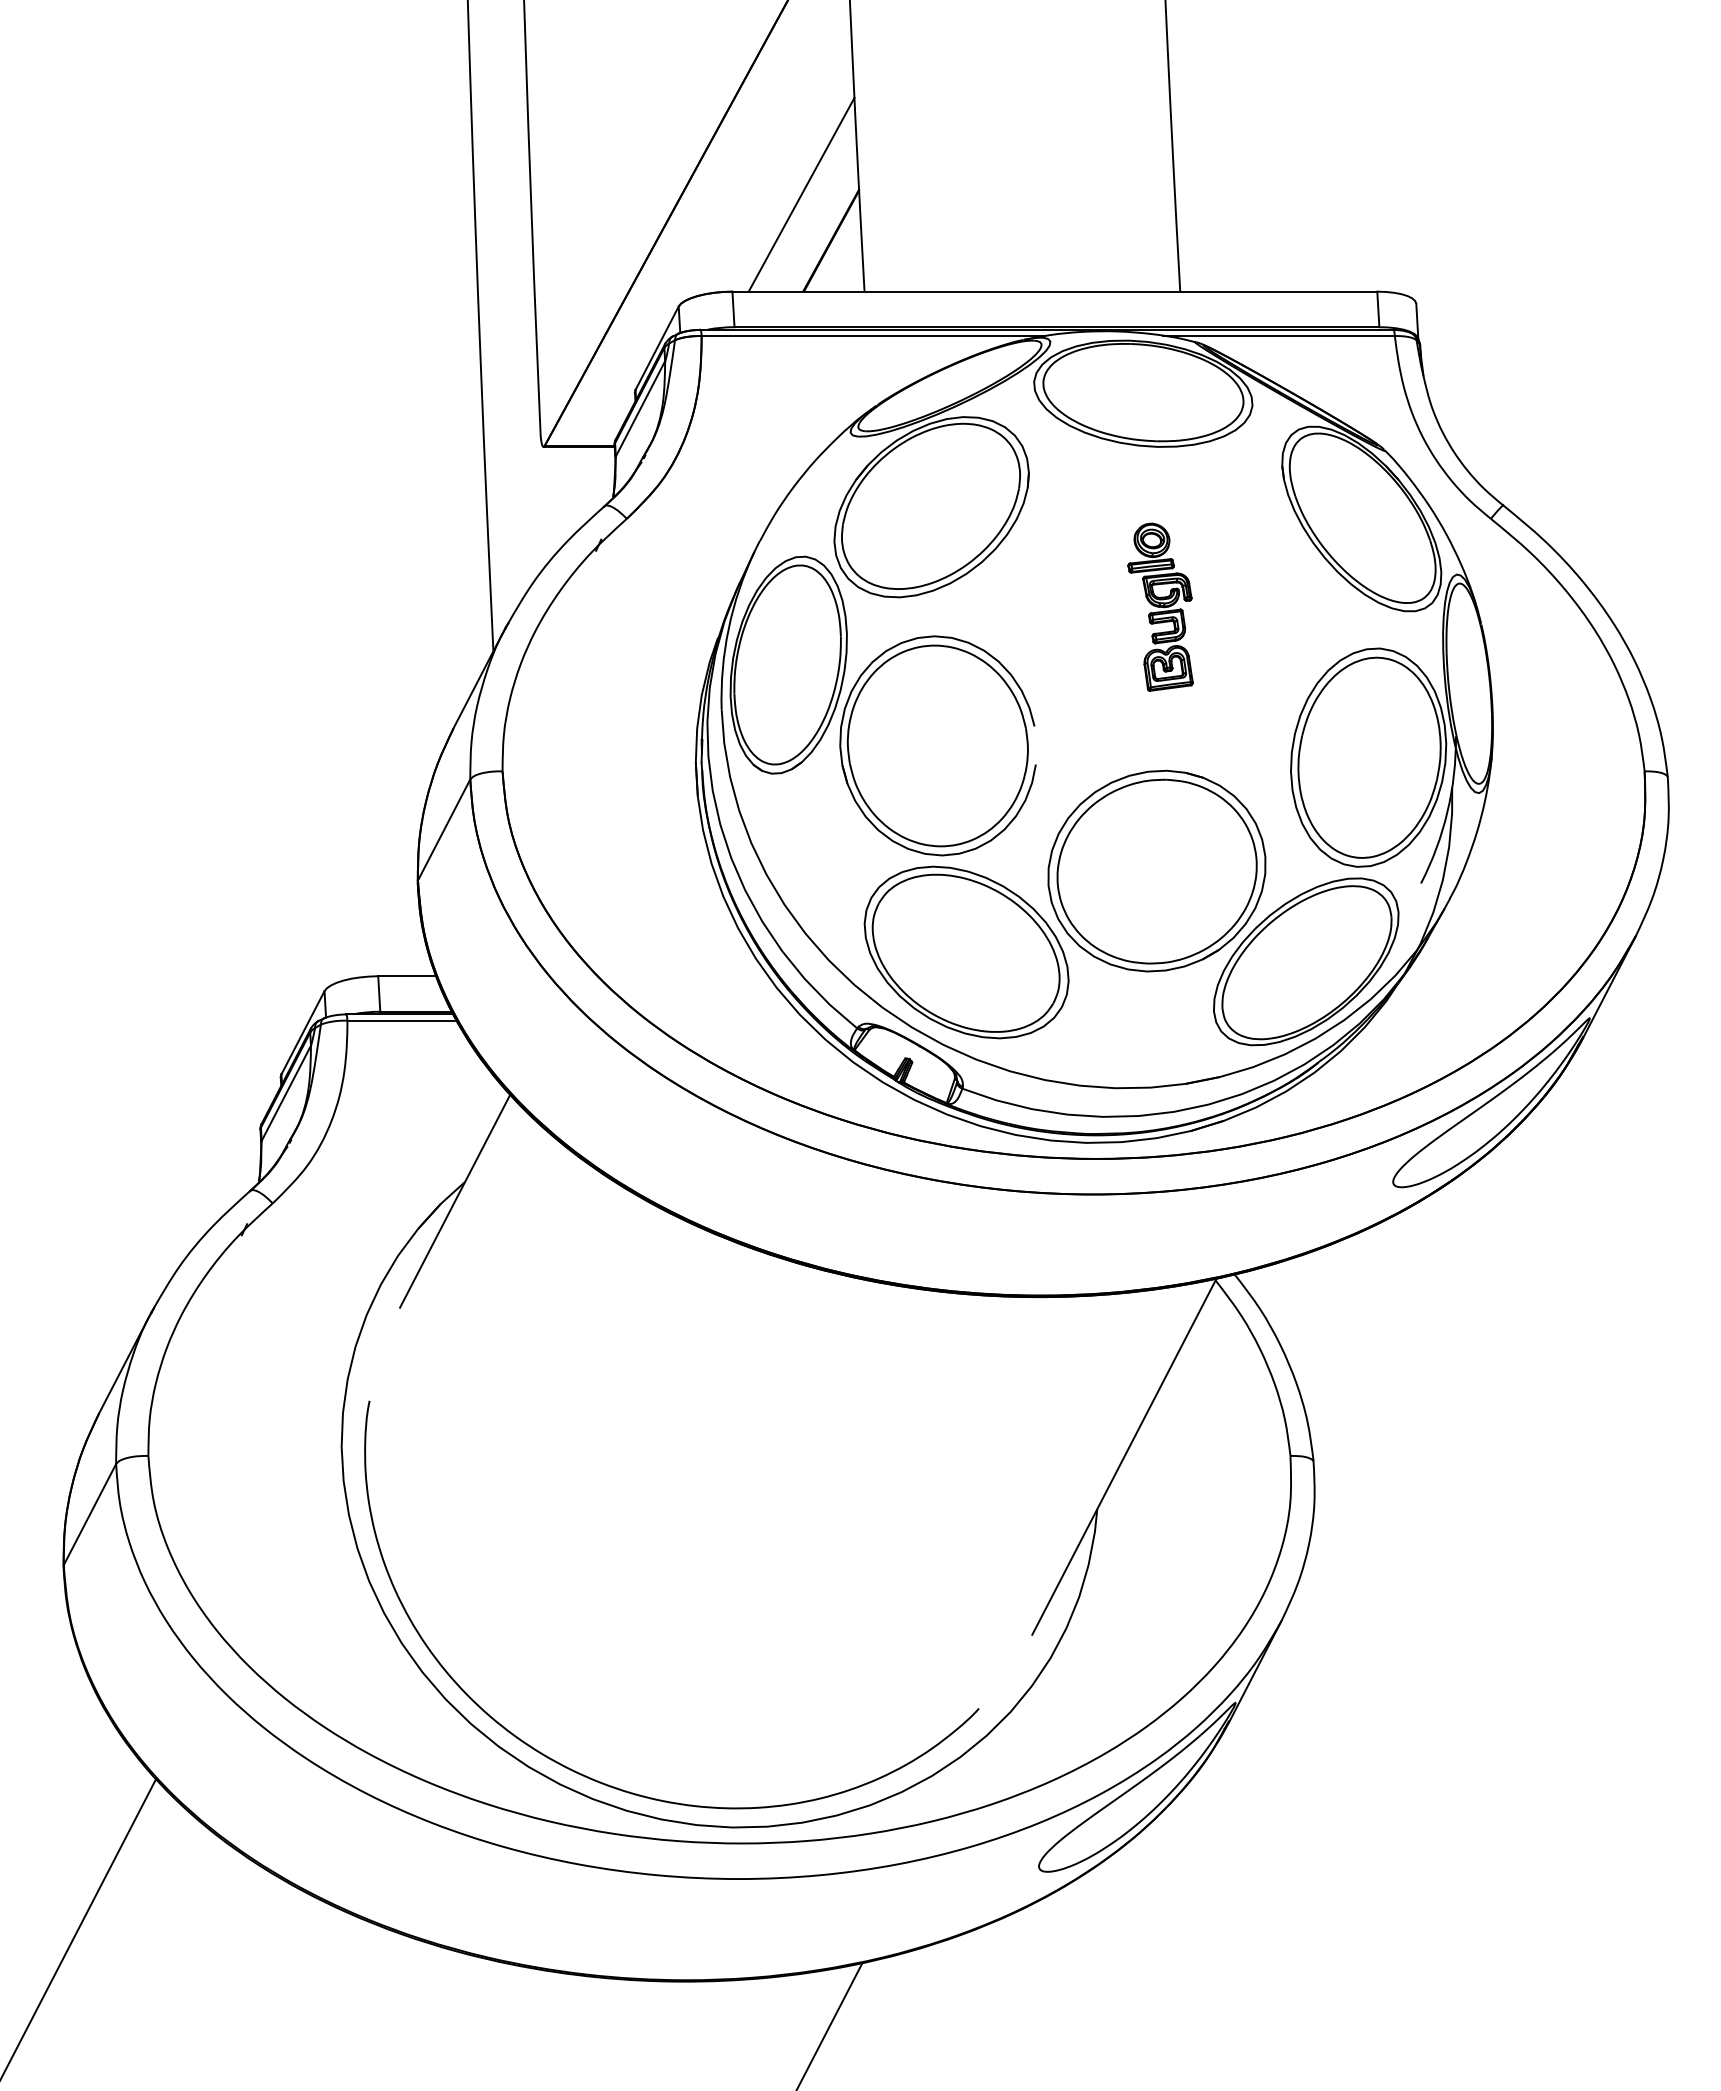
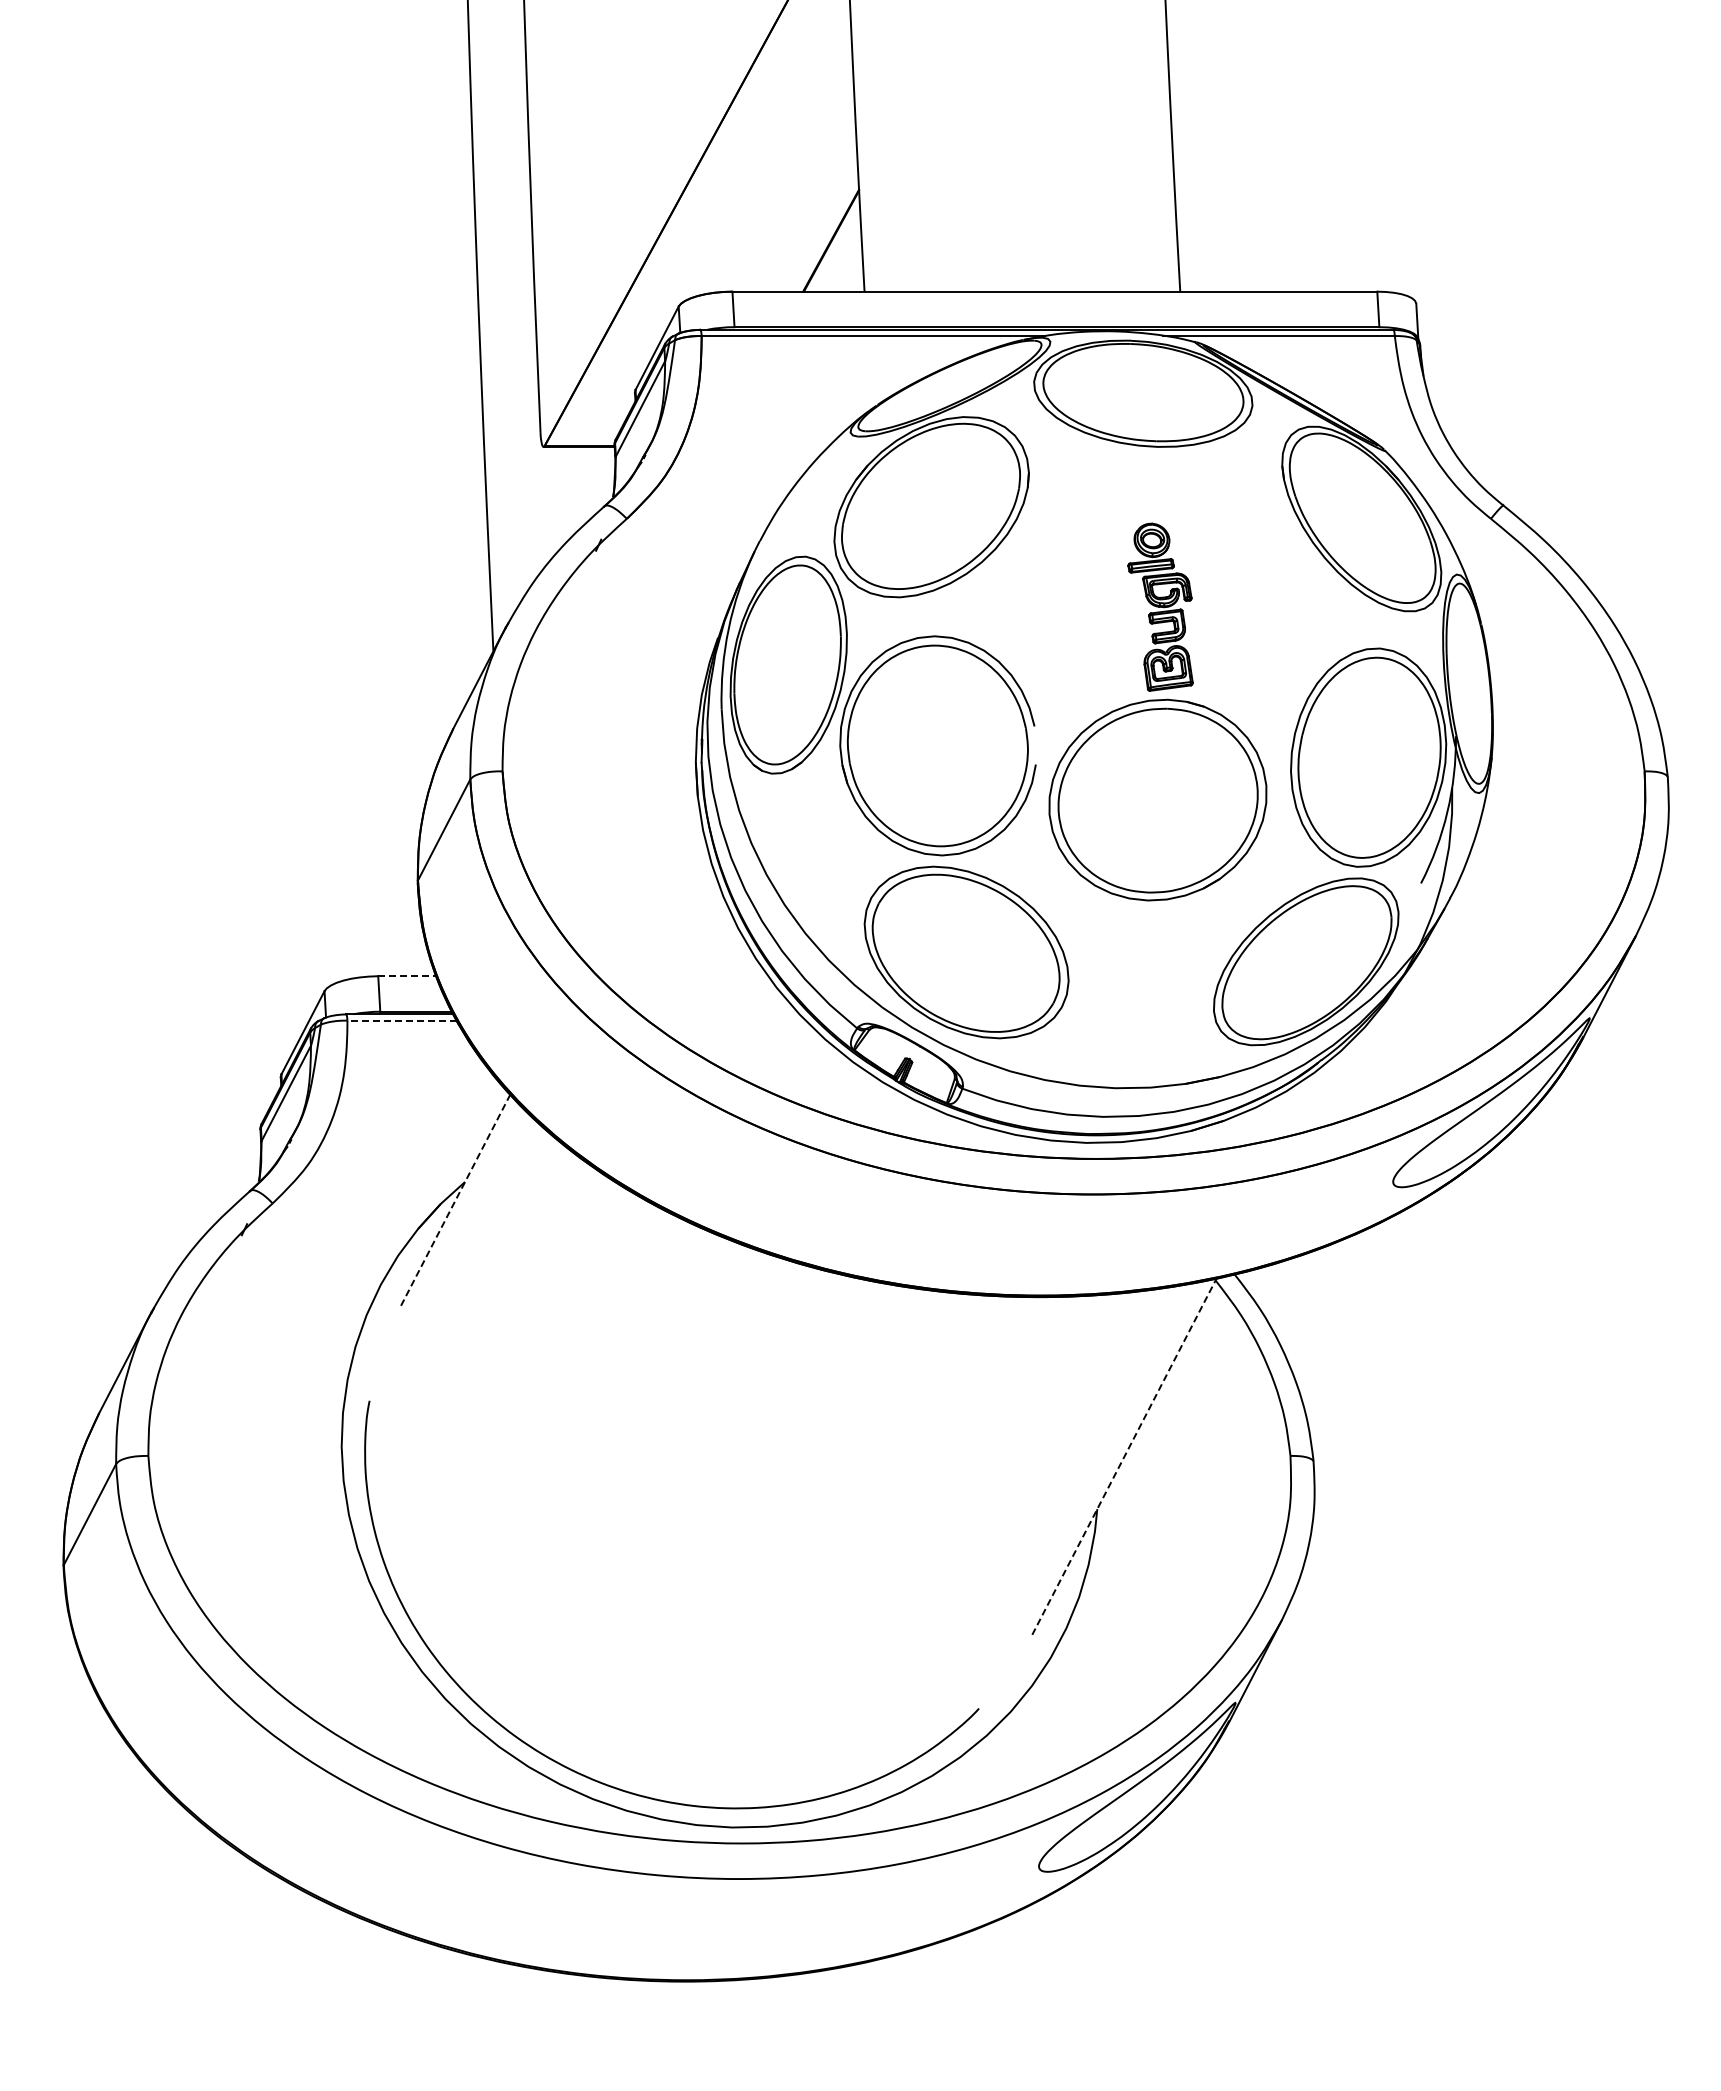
line at (801, 194): present -> none
part at (1156, 870) position: (1156, 870) -> (1157, 799)
line at (407, 976): solid -> dashed
line at (402, 1020): solid -> dashed
line at (455, 1201): solid -> dashed
line at (1124, 1456): solid -> dashed
line at (79, 1927): present -> none
line at (830, 2024): present -> none
